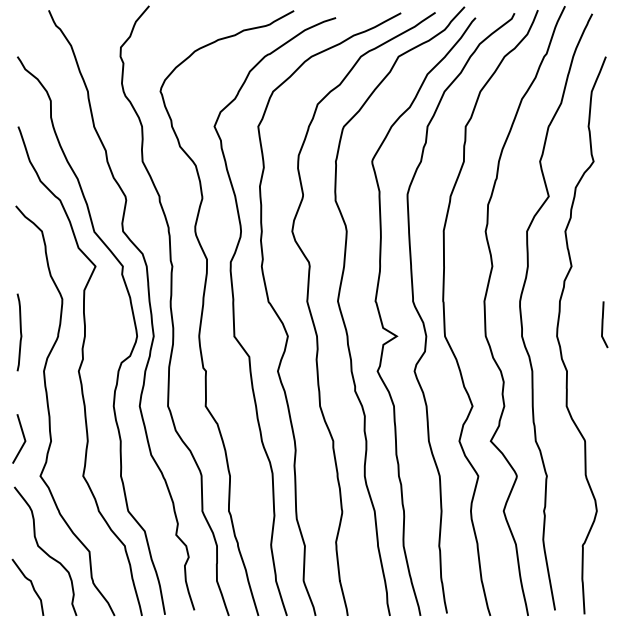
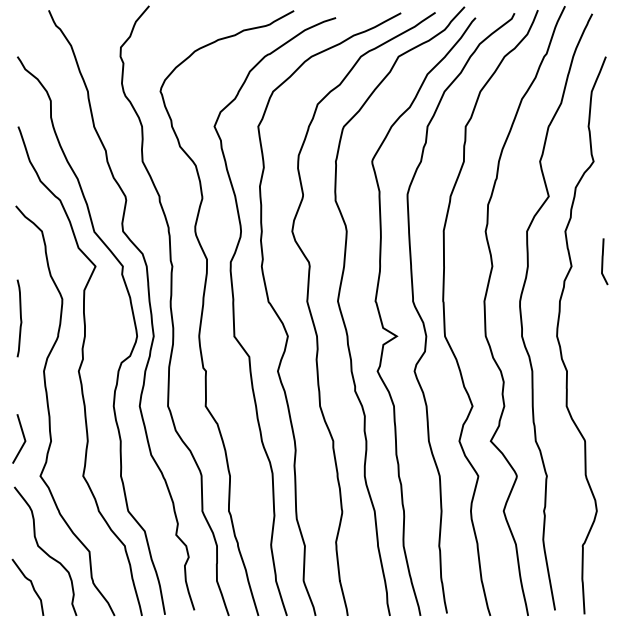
line at (603, 324) position: (603, 324) -> (603, 261)
curve at (20, 332) position: (20, 332) -> (20, 318)
